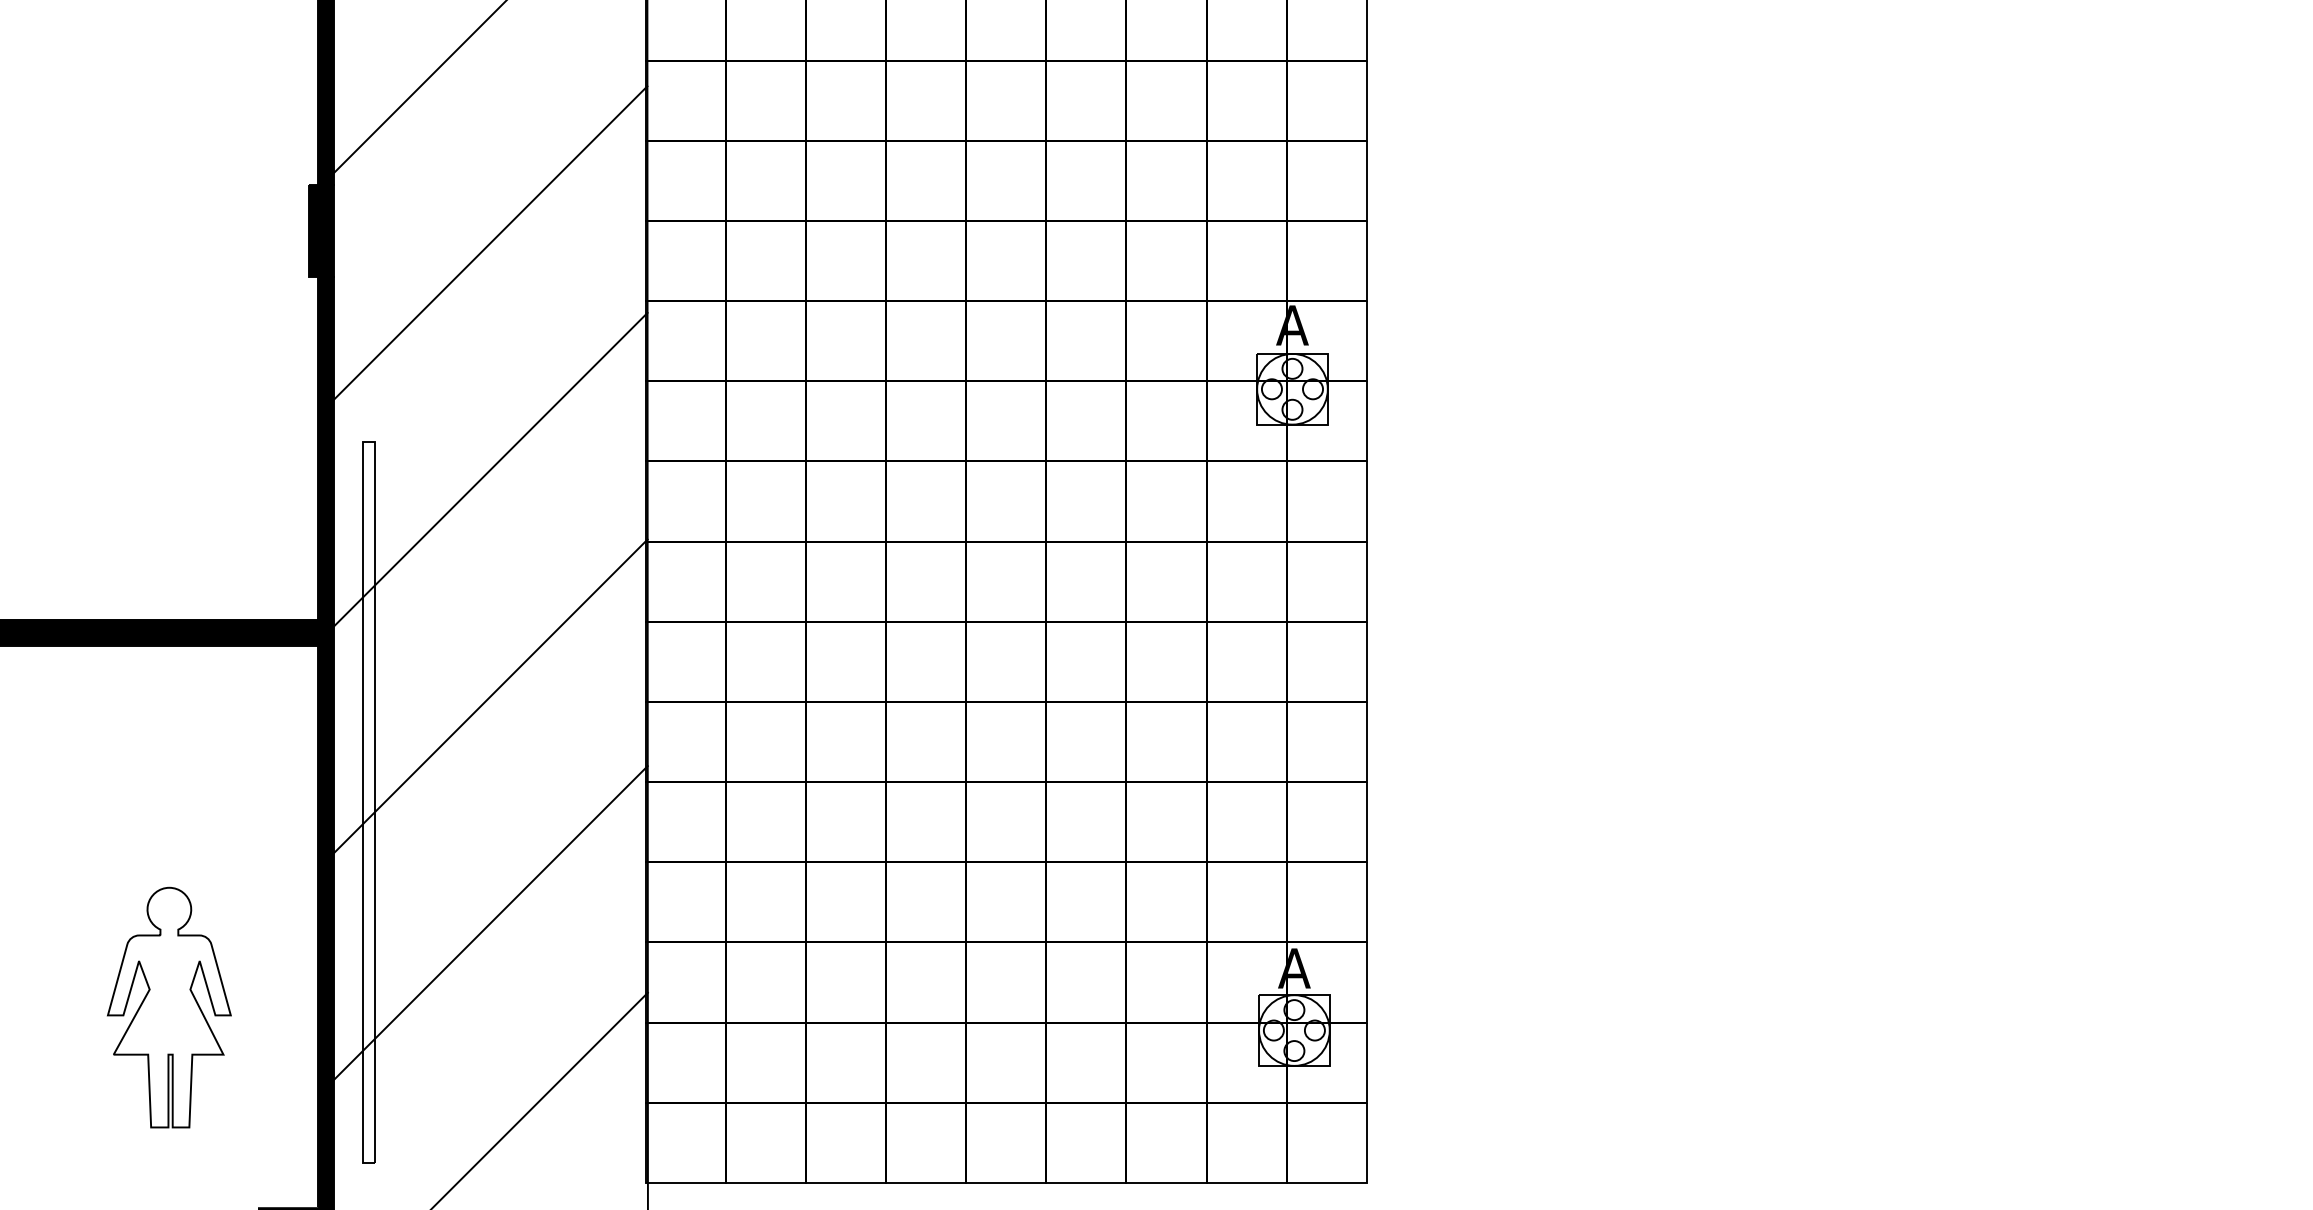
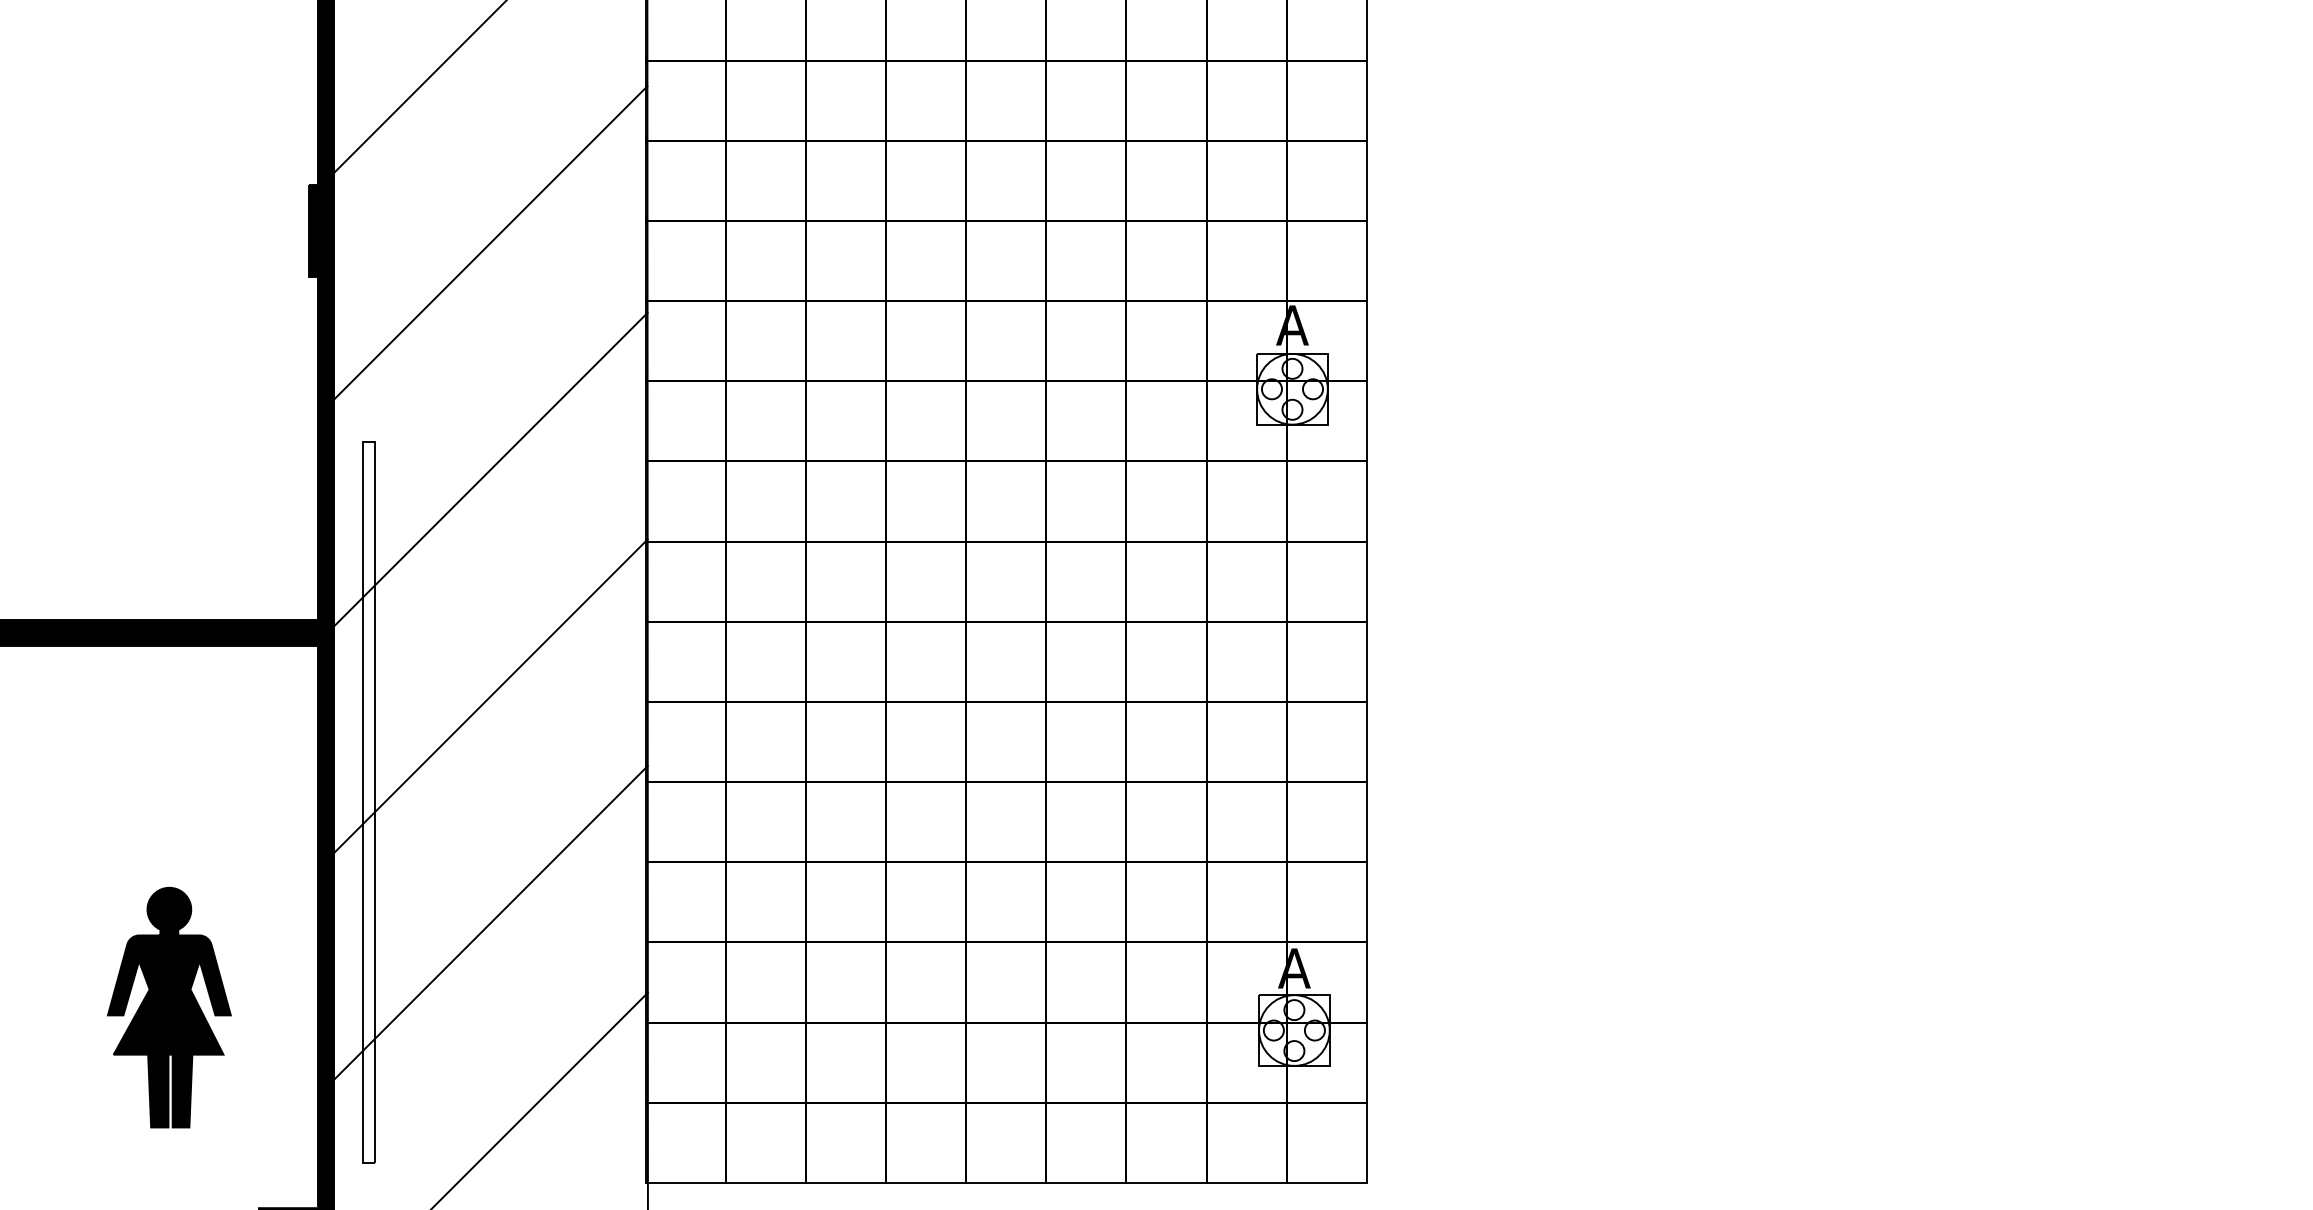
fill at (168, 1007): none -> present
